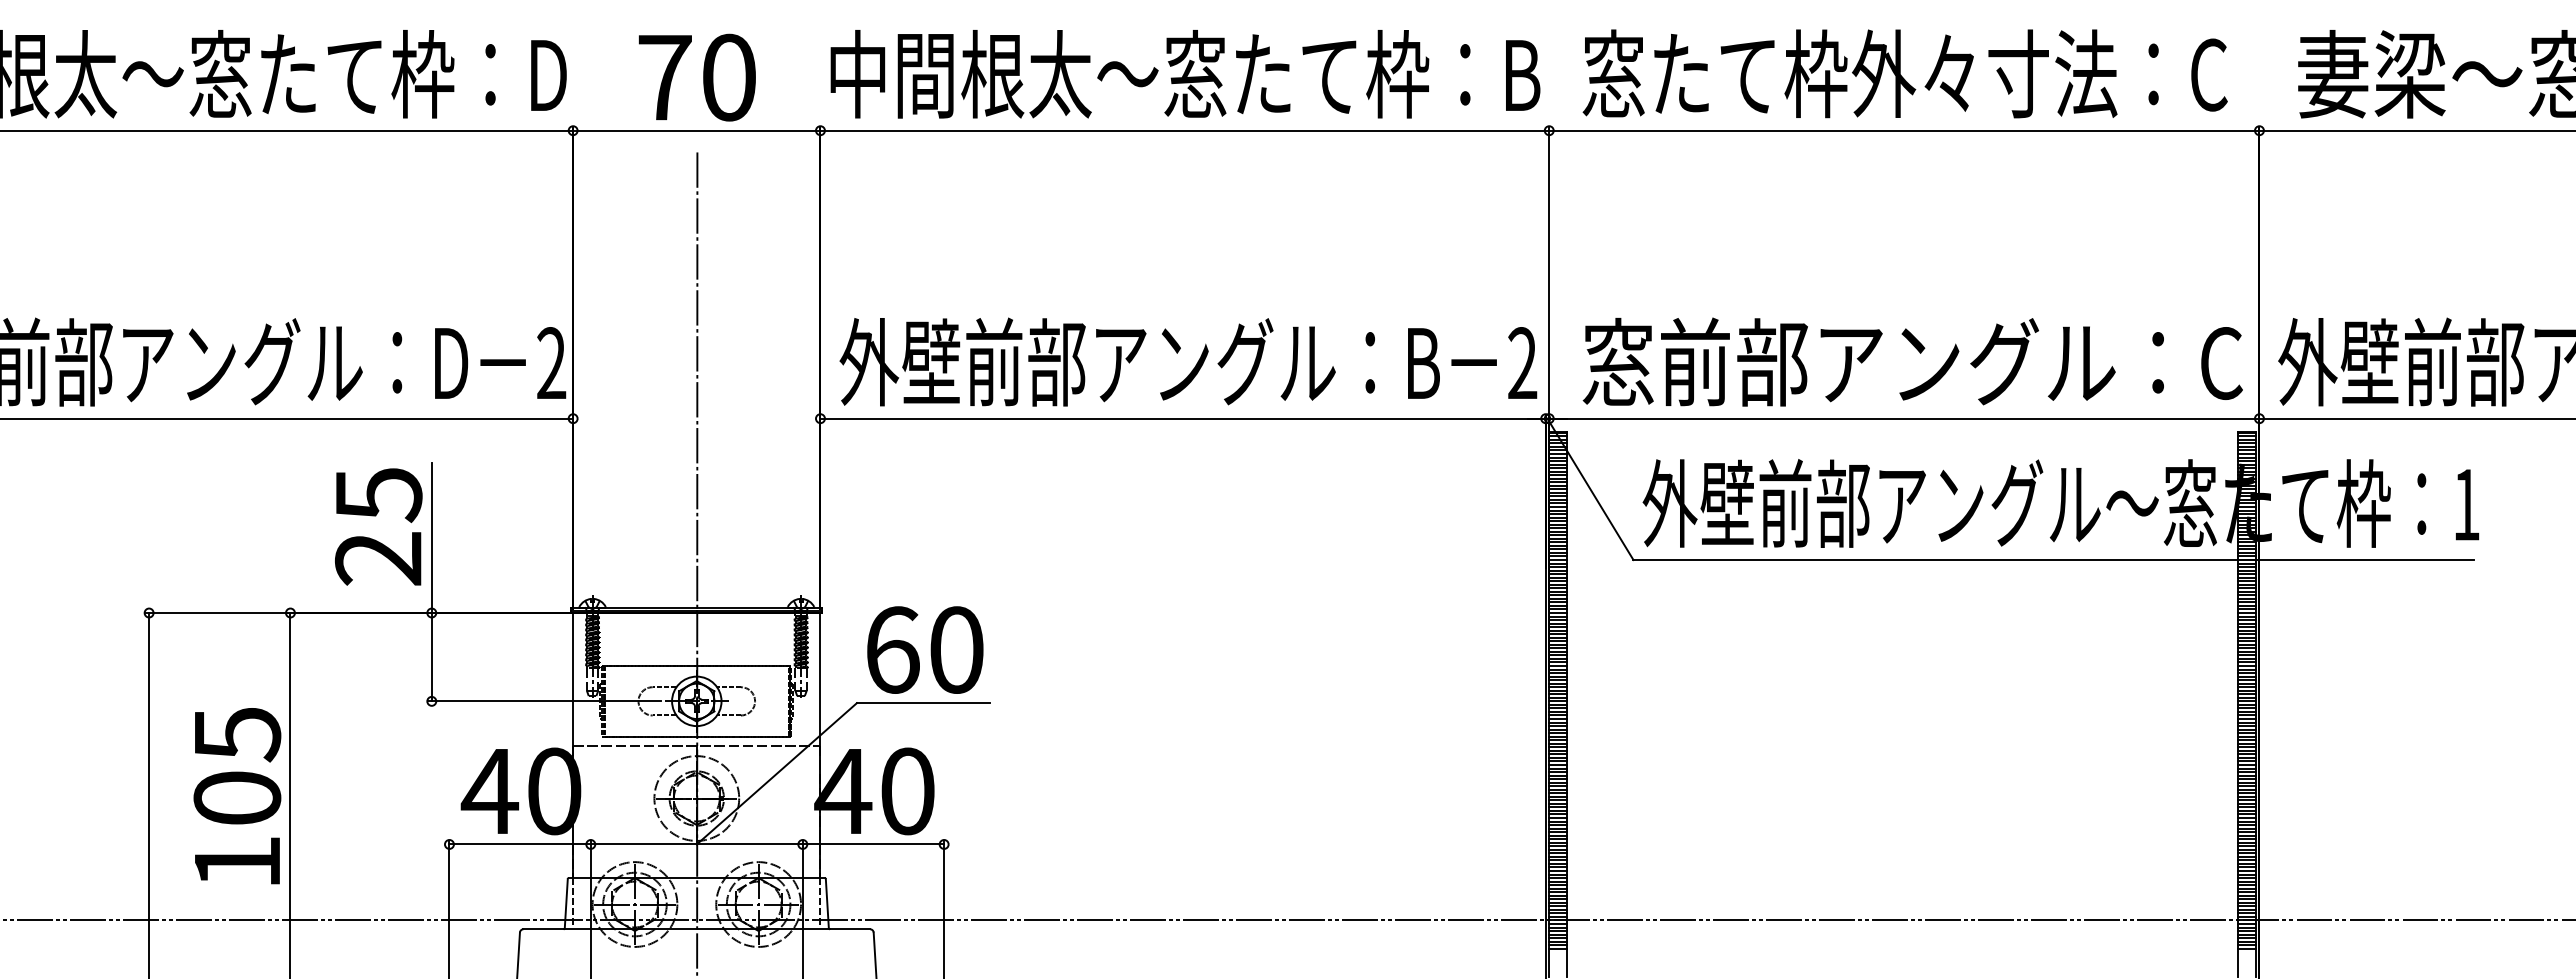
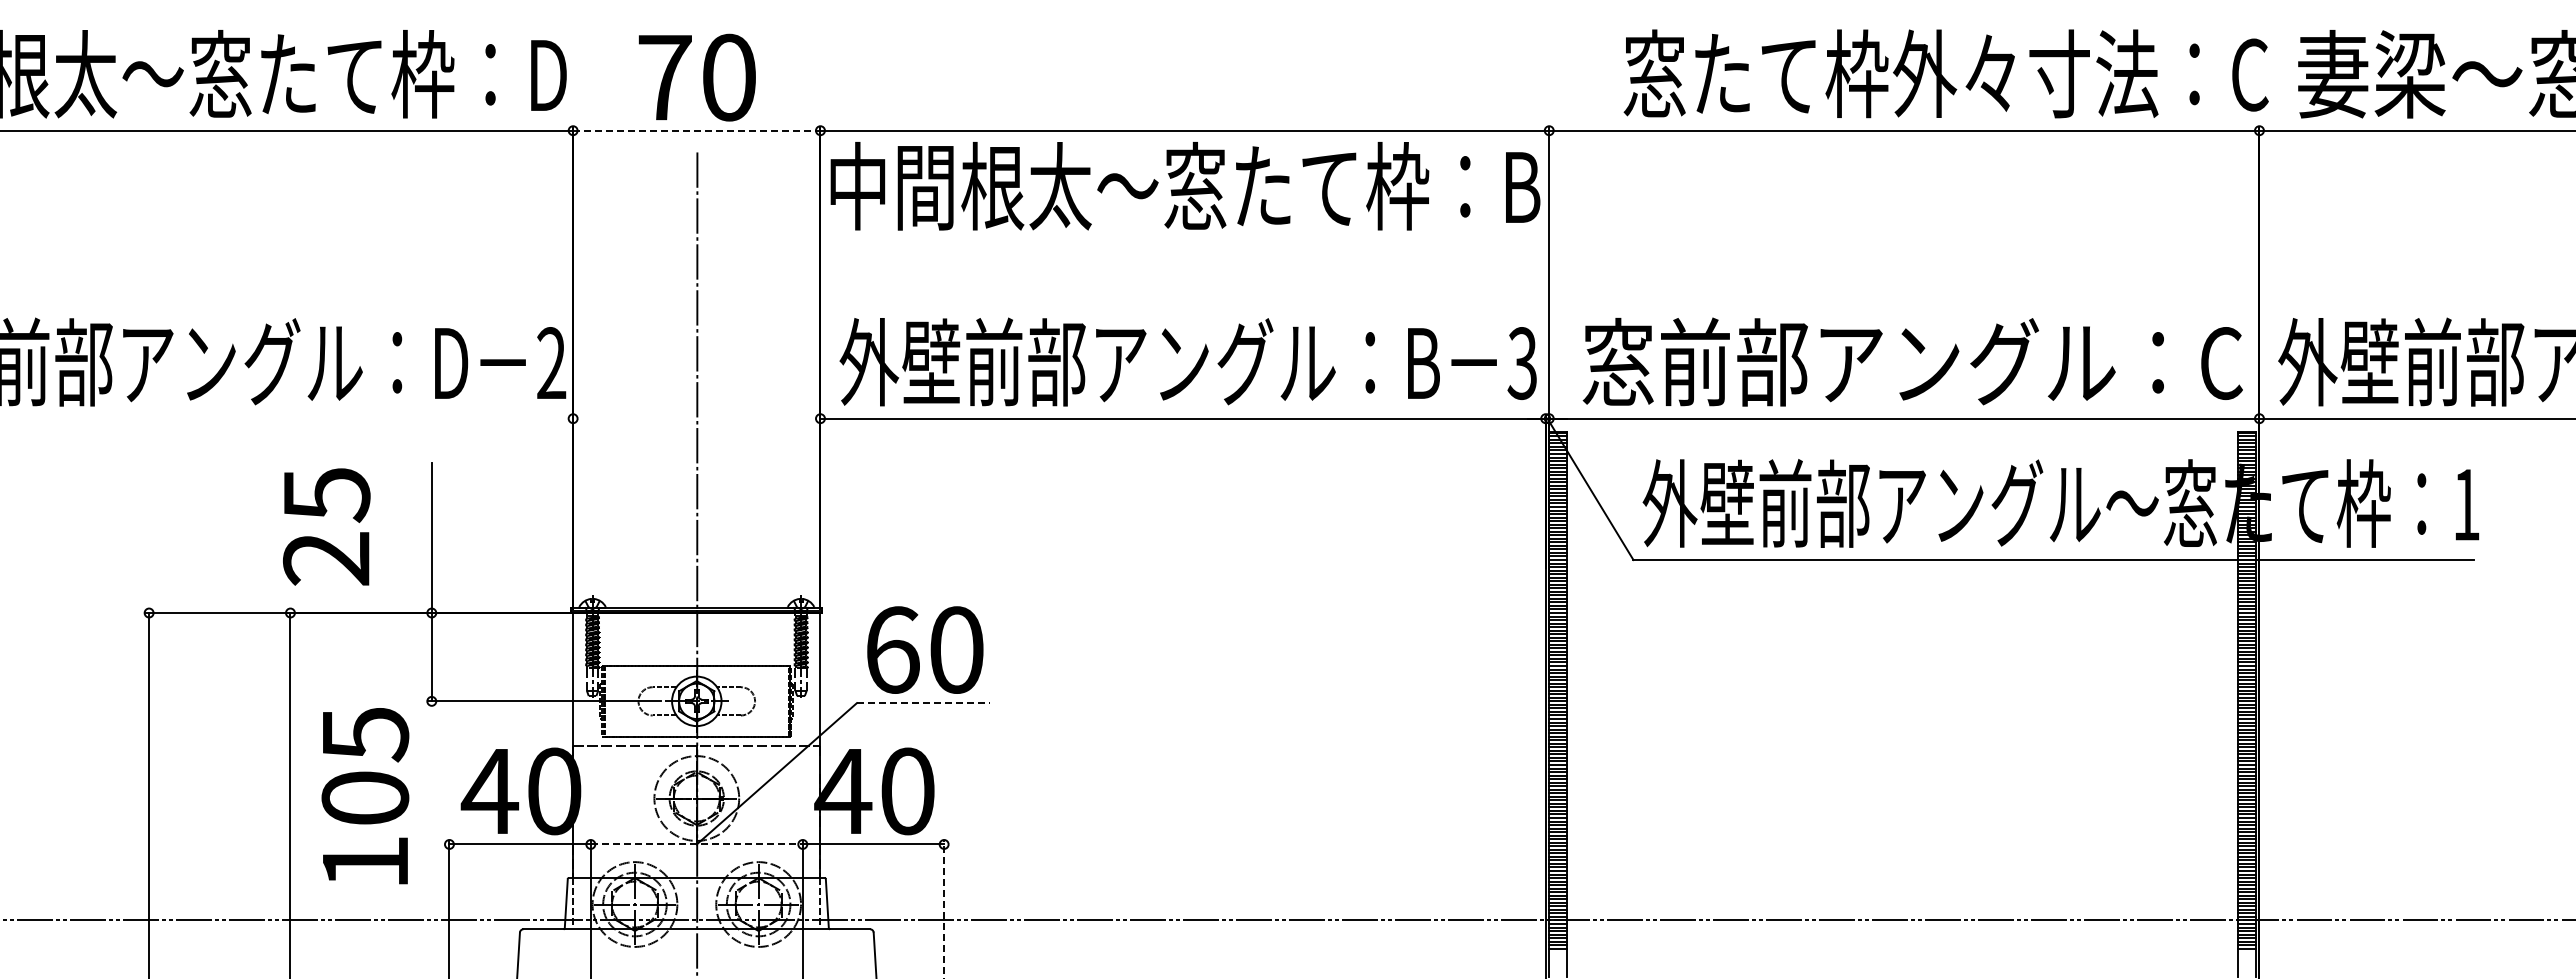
text at (1904, 73) position: (1904, 73) -> (1945, 73)
text at (1185, 74) position: (1185, 74) -> (1185, 186)
line at (696, 130): solid -> dashed
text at (1522, 363): 2 -> 3
line at (287, 418): present -> none
text at (378, 526) position: (378, 526) -> (326, 526)
line at (923, 703): solid -> dashed
text at (237, 796) position: (237, 796) -> (365, 796)
line at (697, 844): solid -> dashed
line at (944, 909): solid -> dashed
